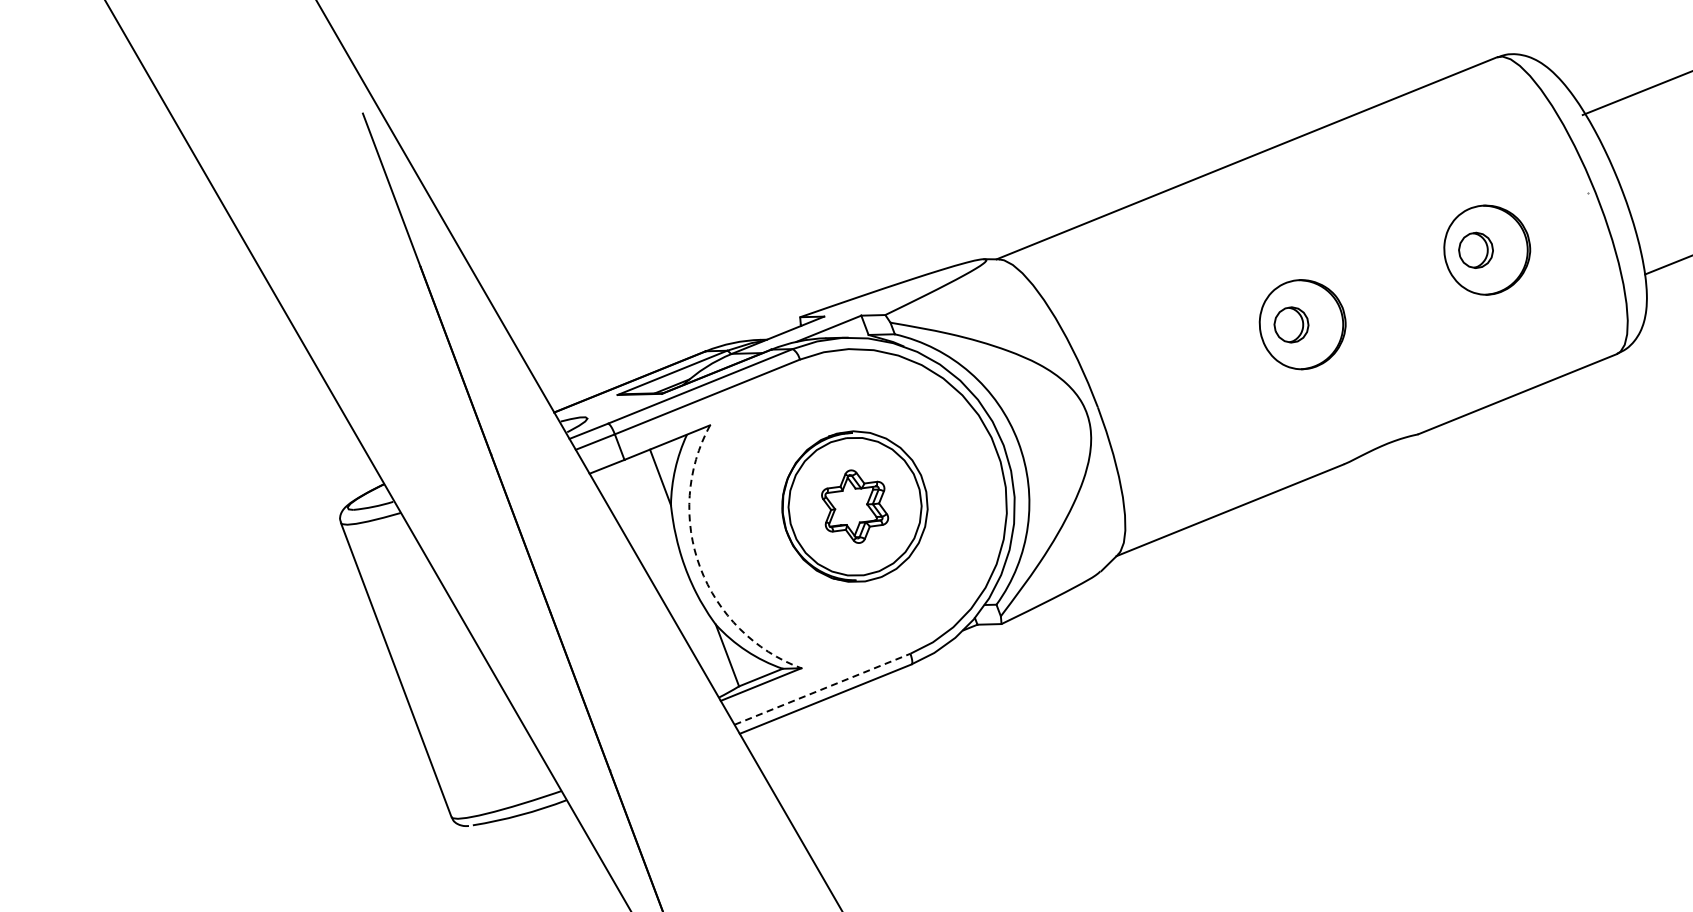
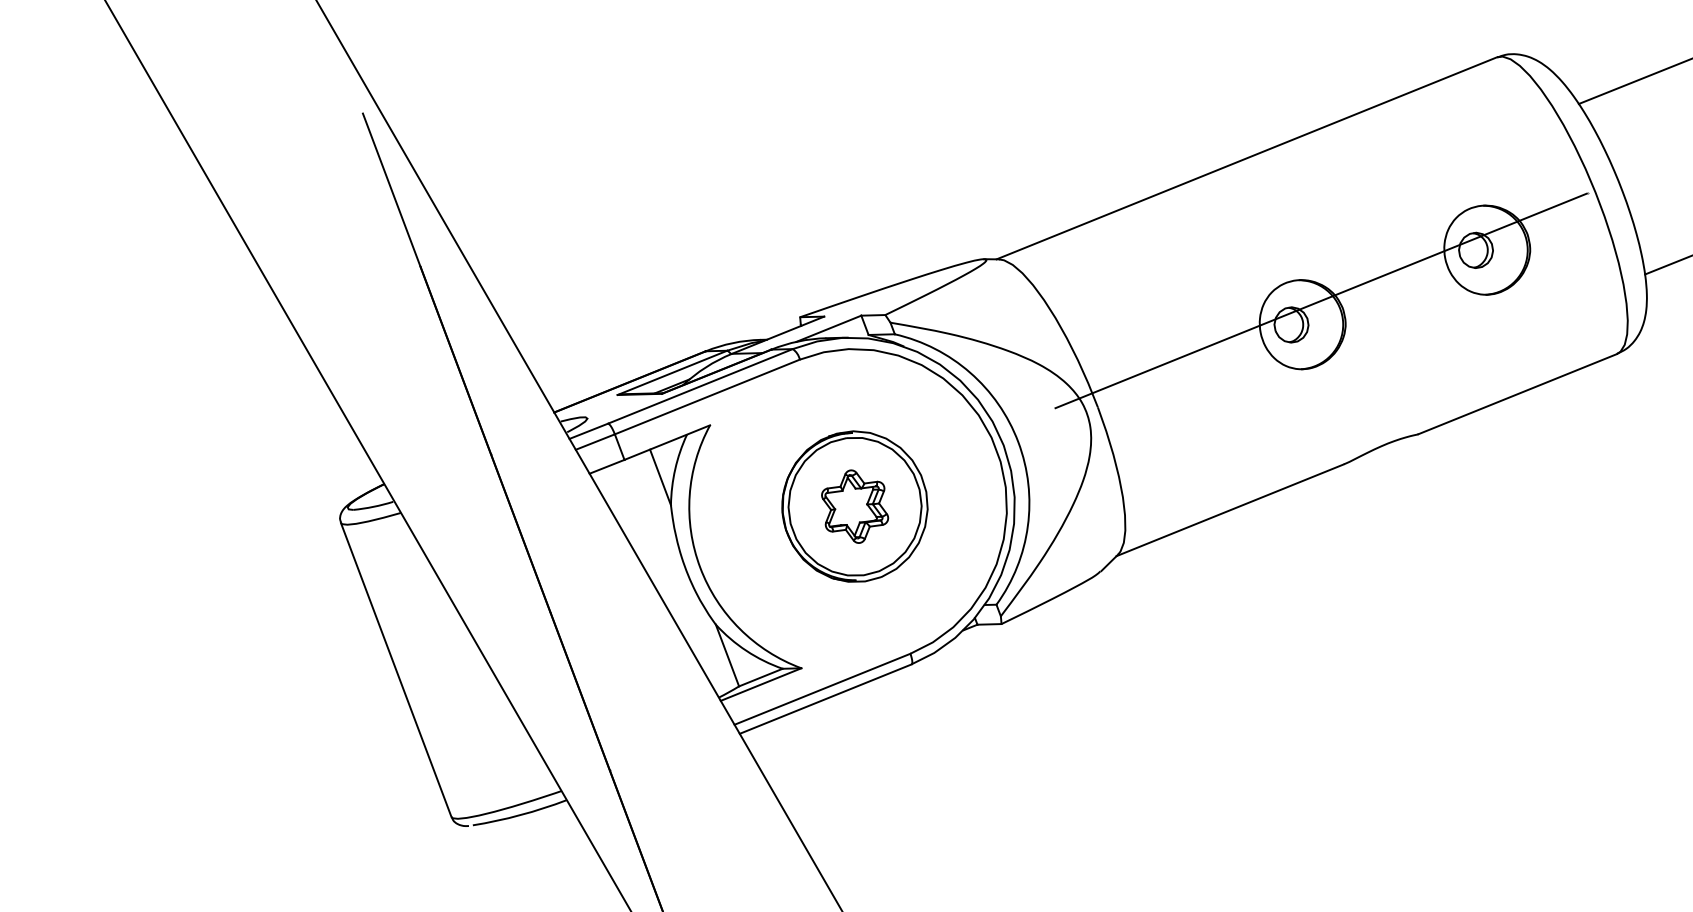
line at (1635, 93) position: (1635, 93) -> (1633, 81)
line at (1320, 300): none -> present
arc at (700, 567): dashed -> solid
line at (822, 689): dashed -> solid
